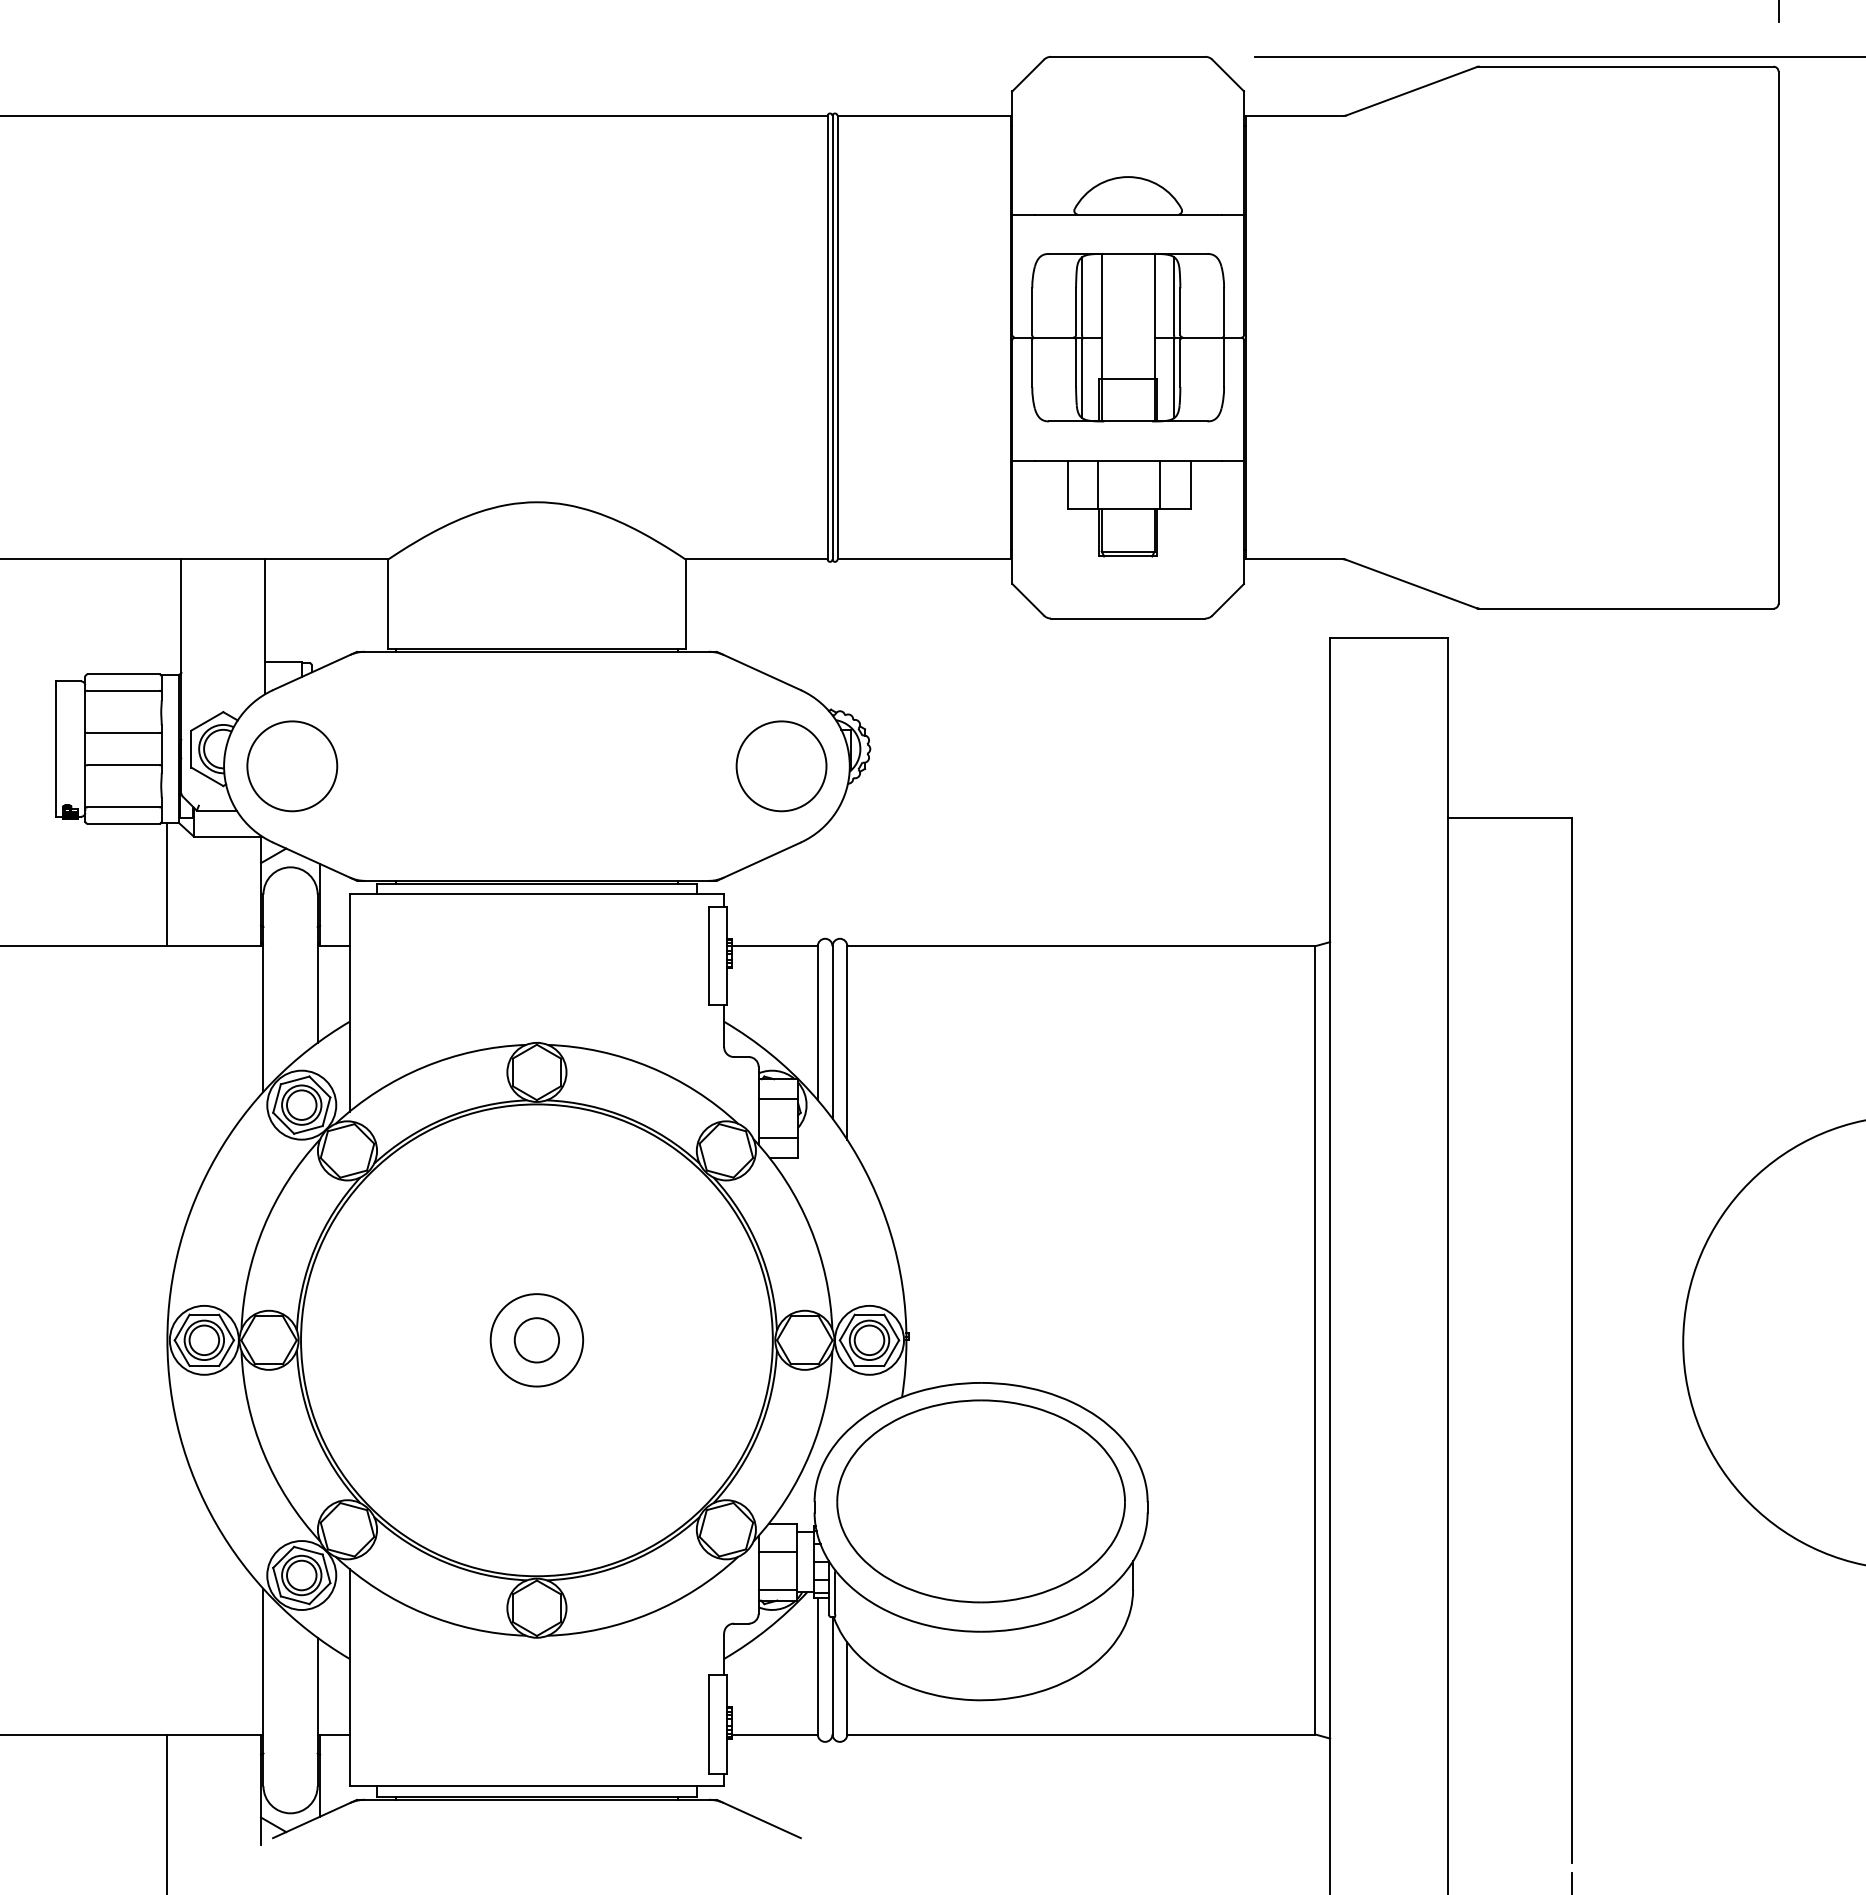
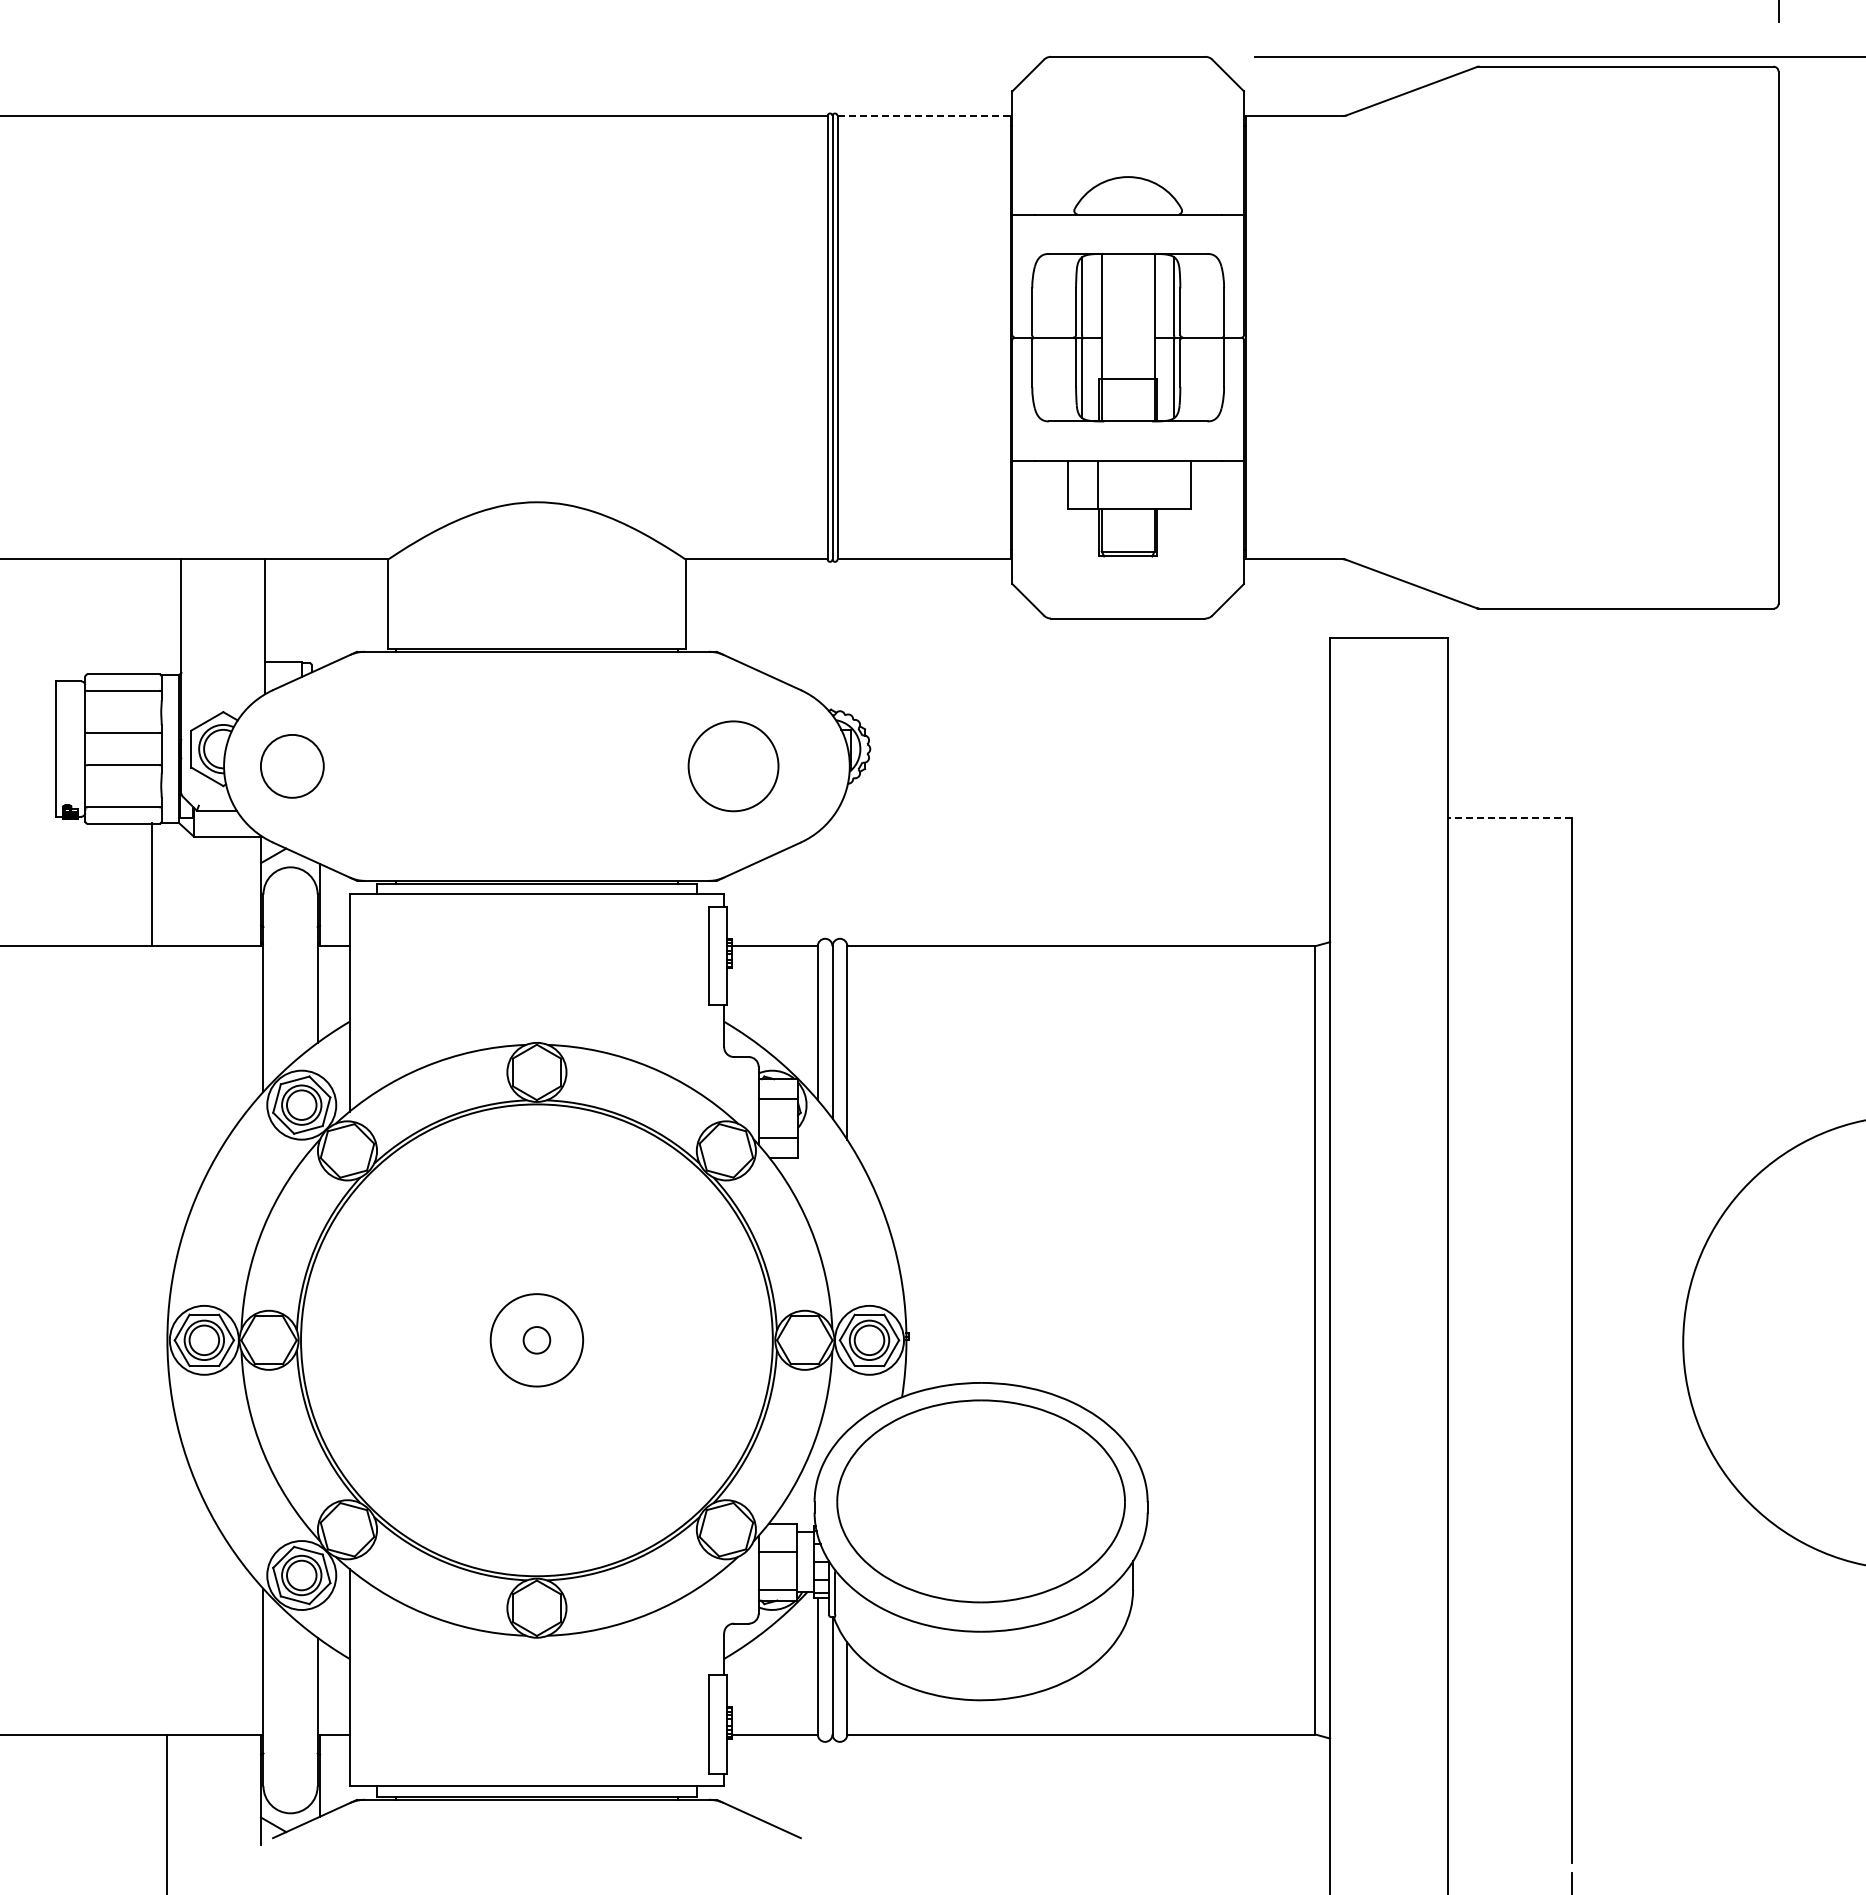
line at (924, 115): solid -> dashed
line at (1160, 484): present -> none
circle at (292, 766) size: 93x93 px -> 65x65 px
circle at (781, 766) position: (781, 766) -> (733, 766)
line at (1510, 818): solid -> dashed
line at (167, 884) position: (167, 884) -> (152, 884)
circle at (536, 1340) diameter: 44 px -> 27 px
